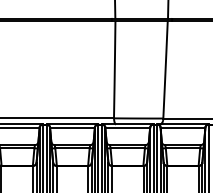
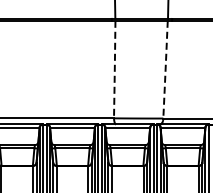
line at (165, 69): solid -> dashed
line at (114, 70): solid -> dashed
